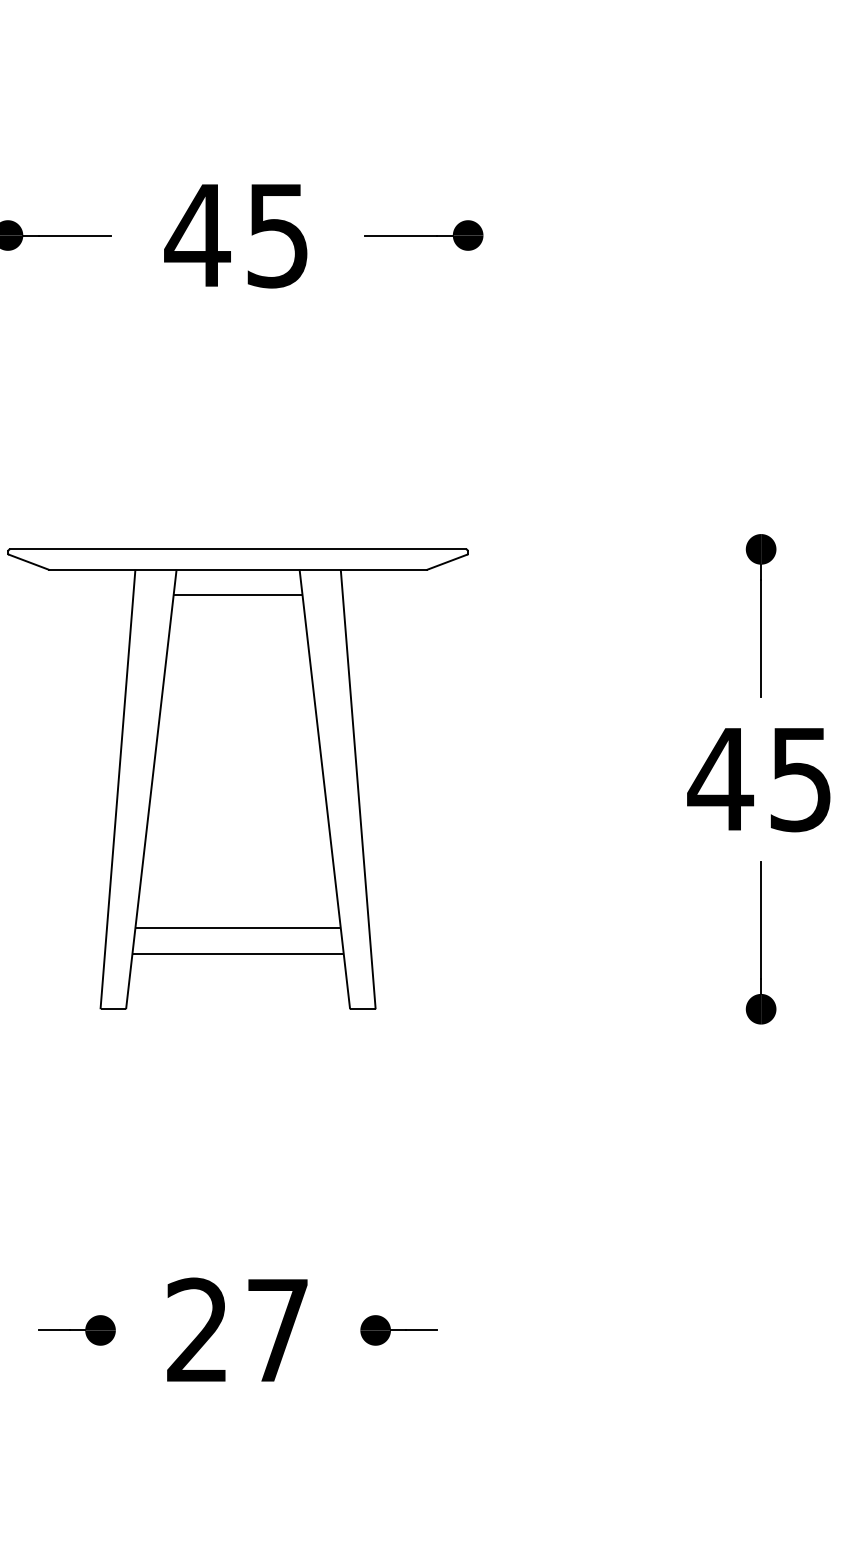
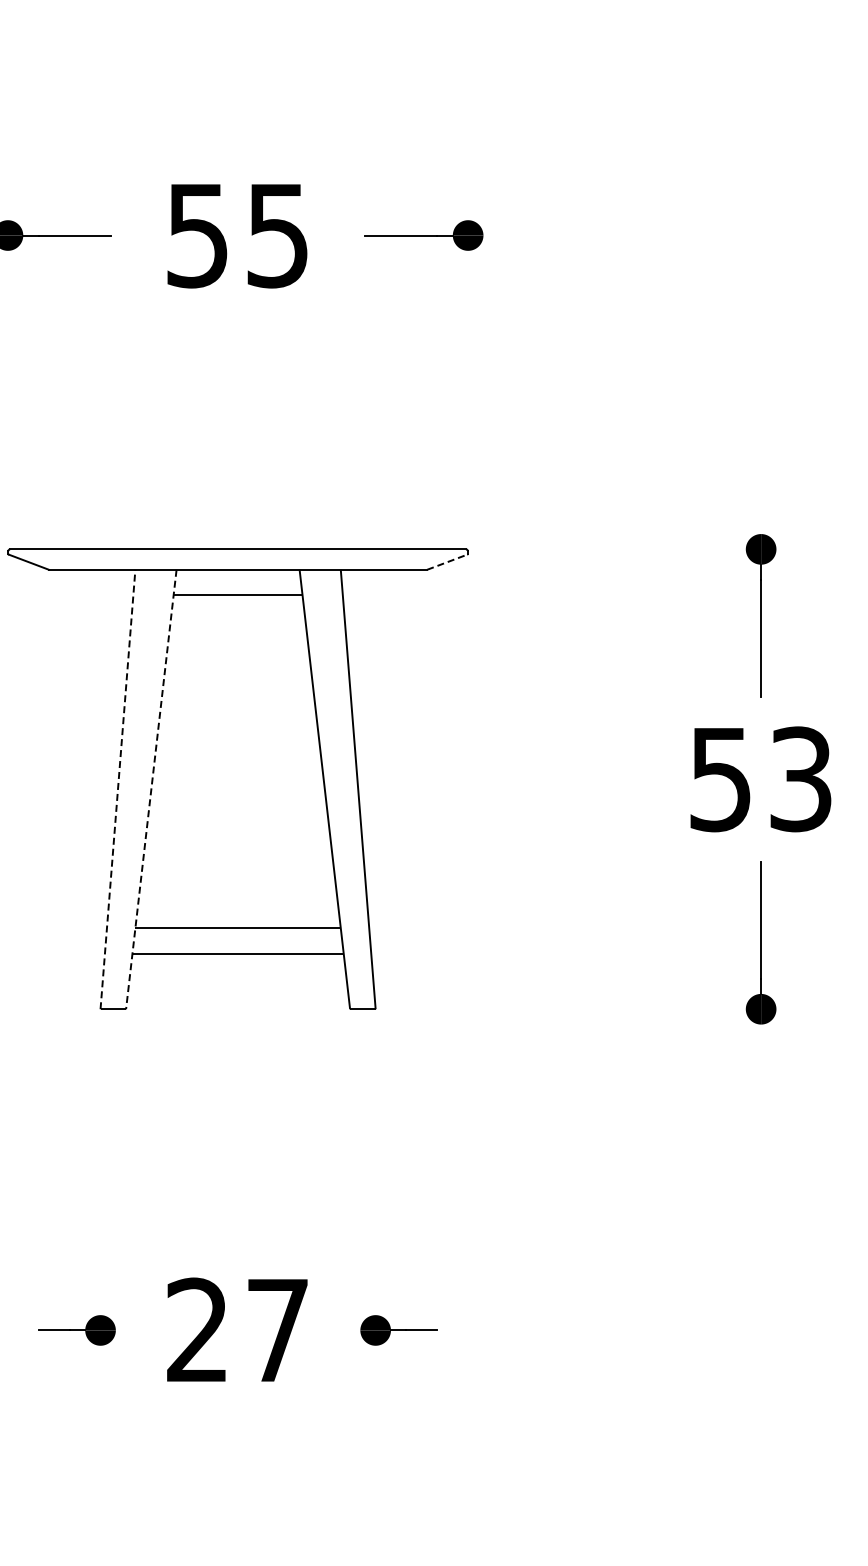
text at (197, 236): 45 -> 55
line at (447, 562): solid -> dashed
text at (759, 779): 45 -> 53
line at (118, 789): solid -> dashed
line at (151, 790): solid -> dashed
